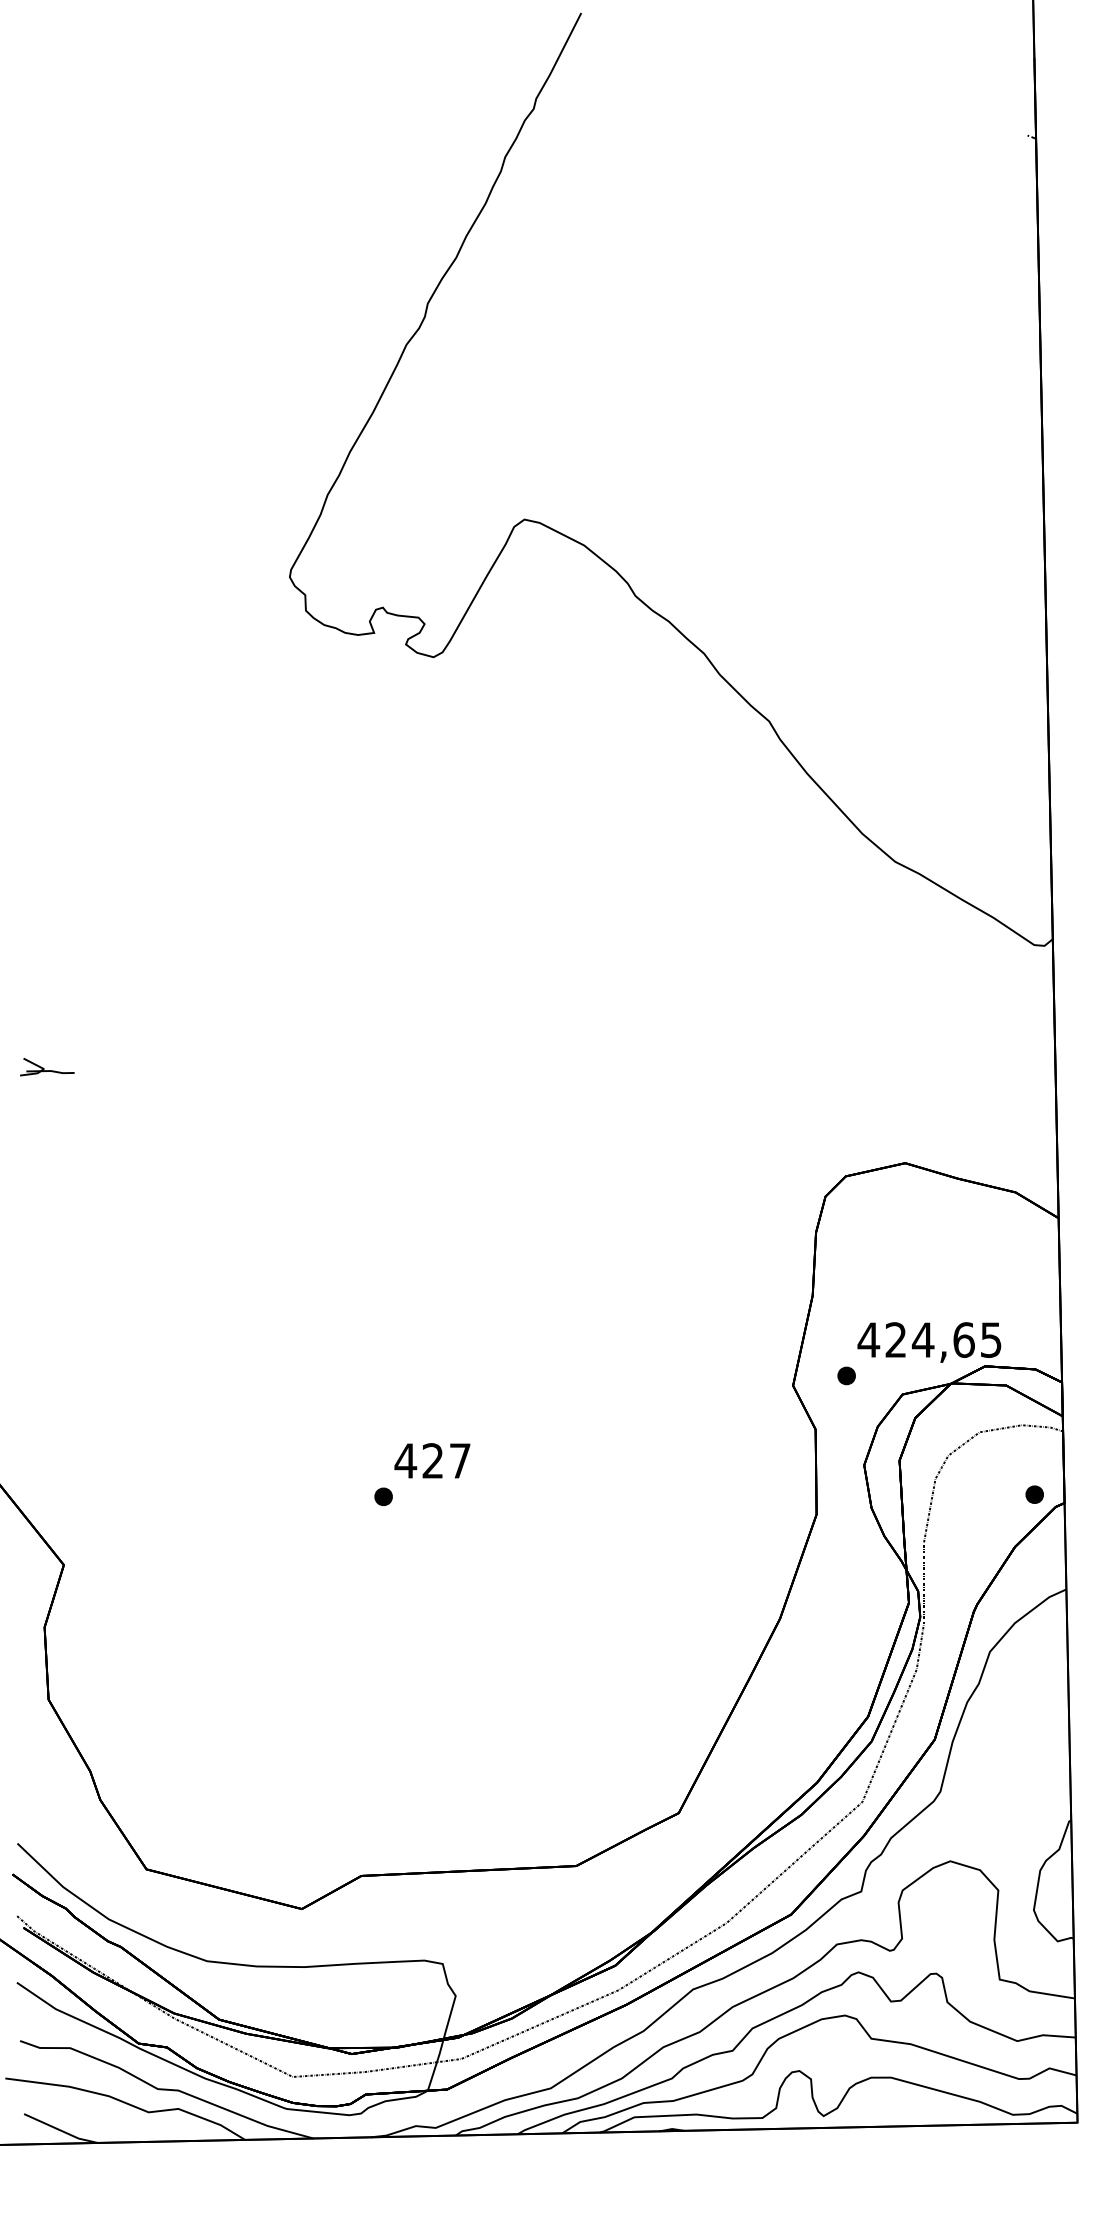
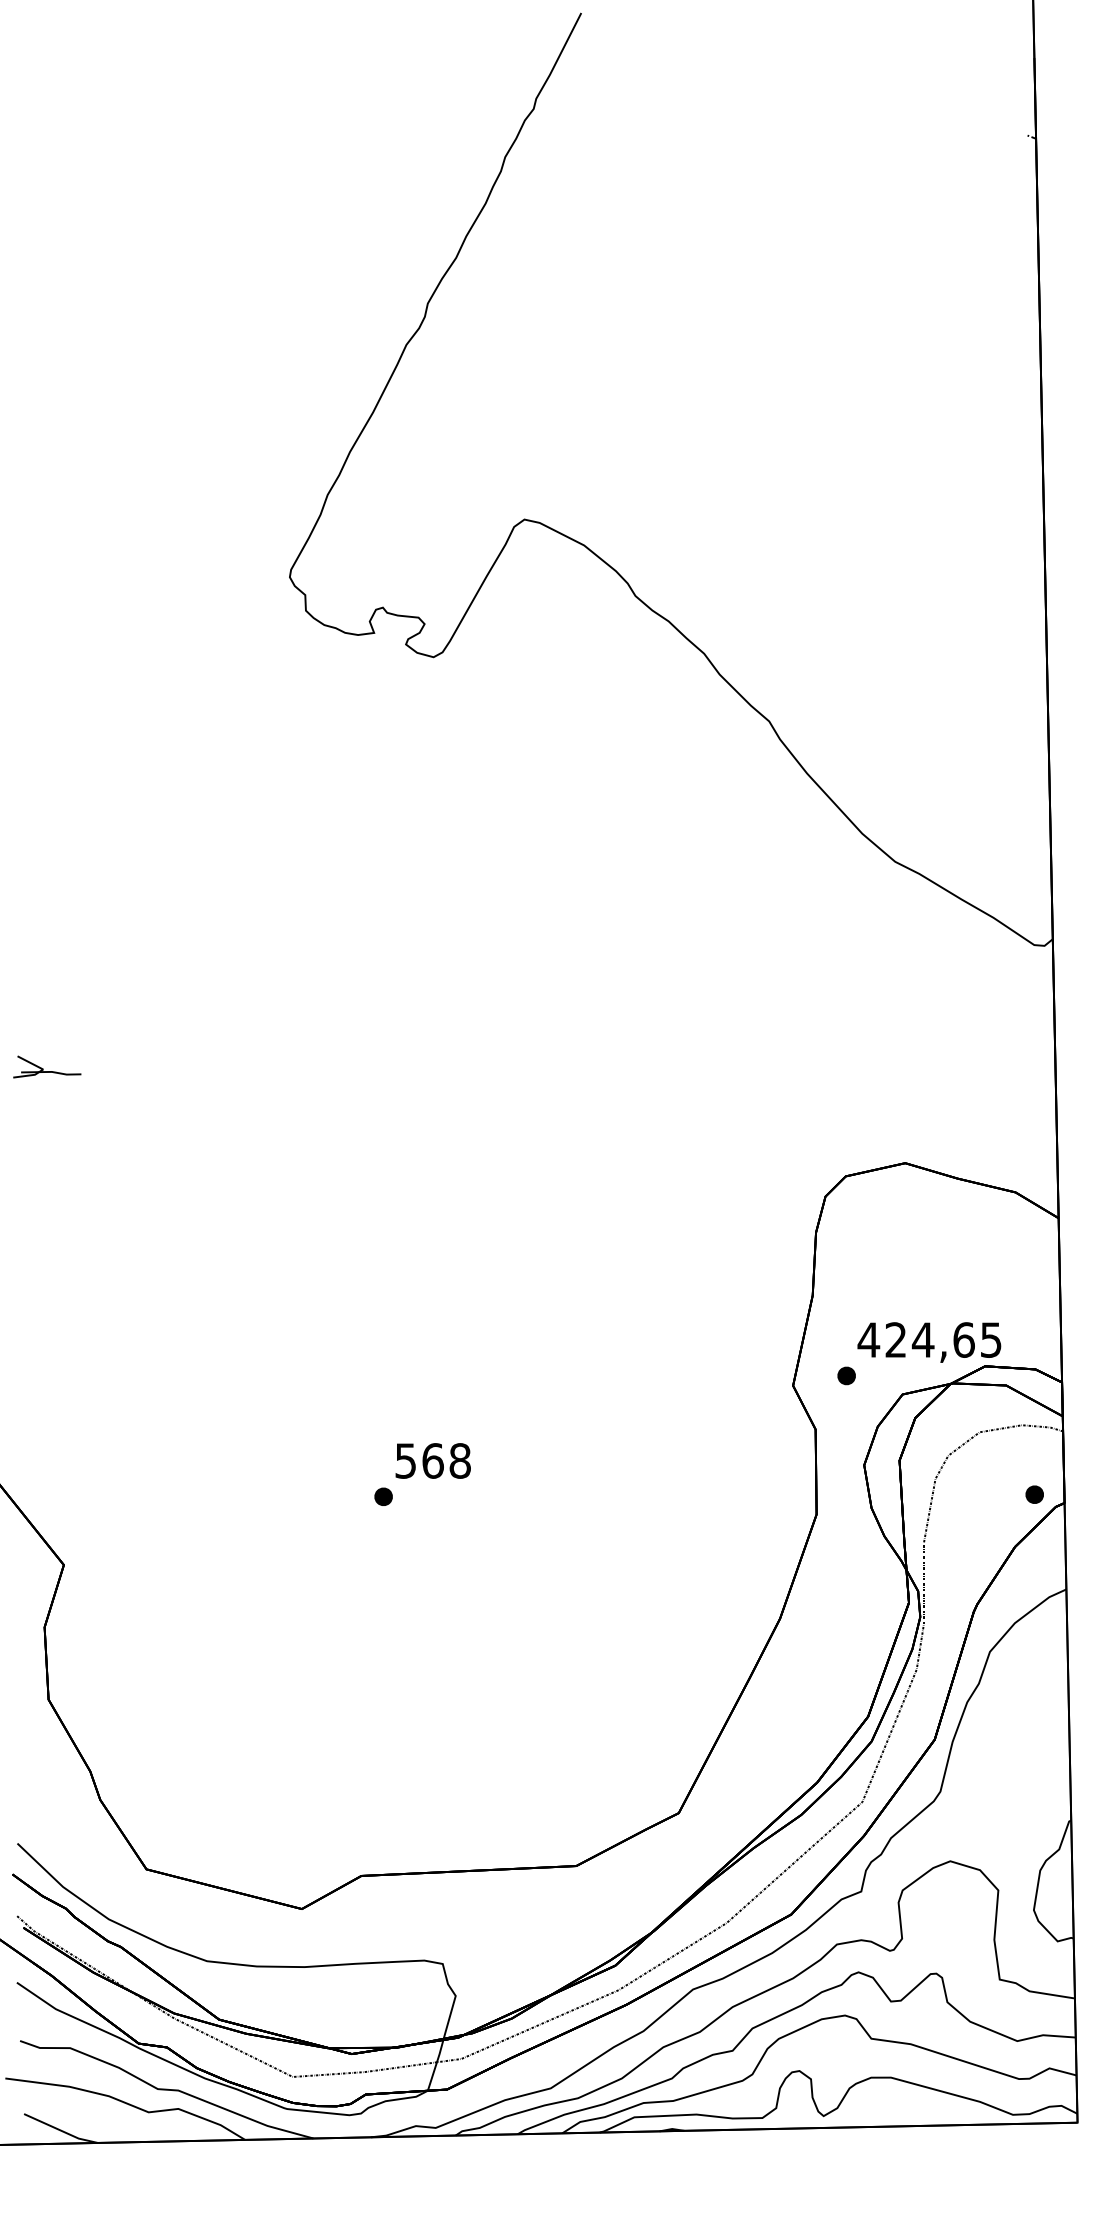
part at (47, 1067) size: 55x19 px -> 69x24 px
text at (432, 1460): 427 -> 568
